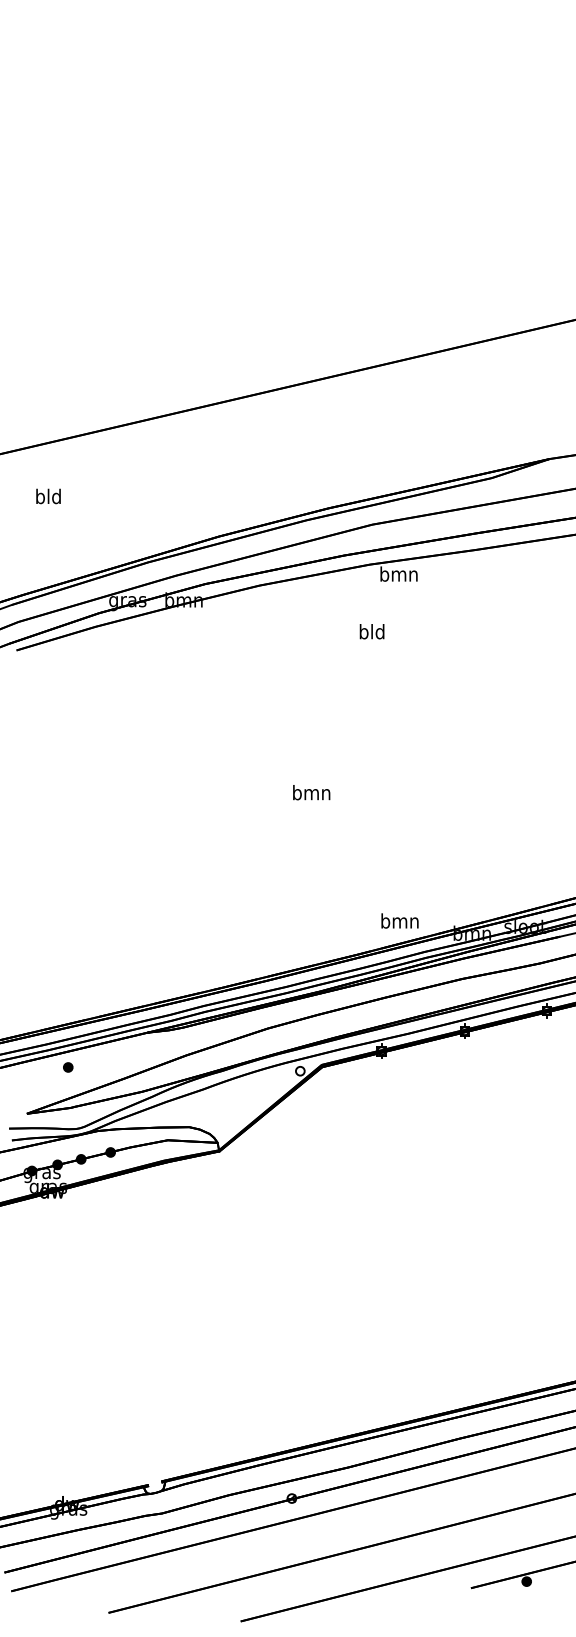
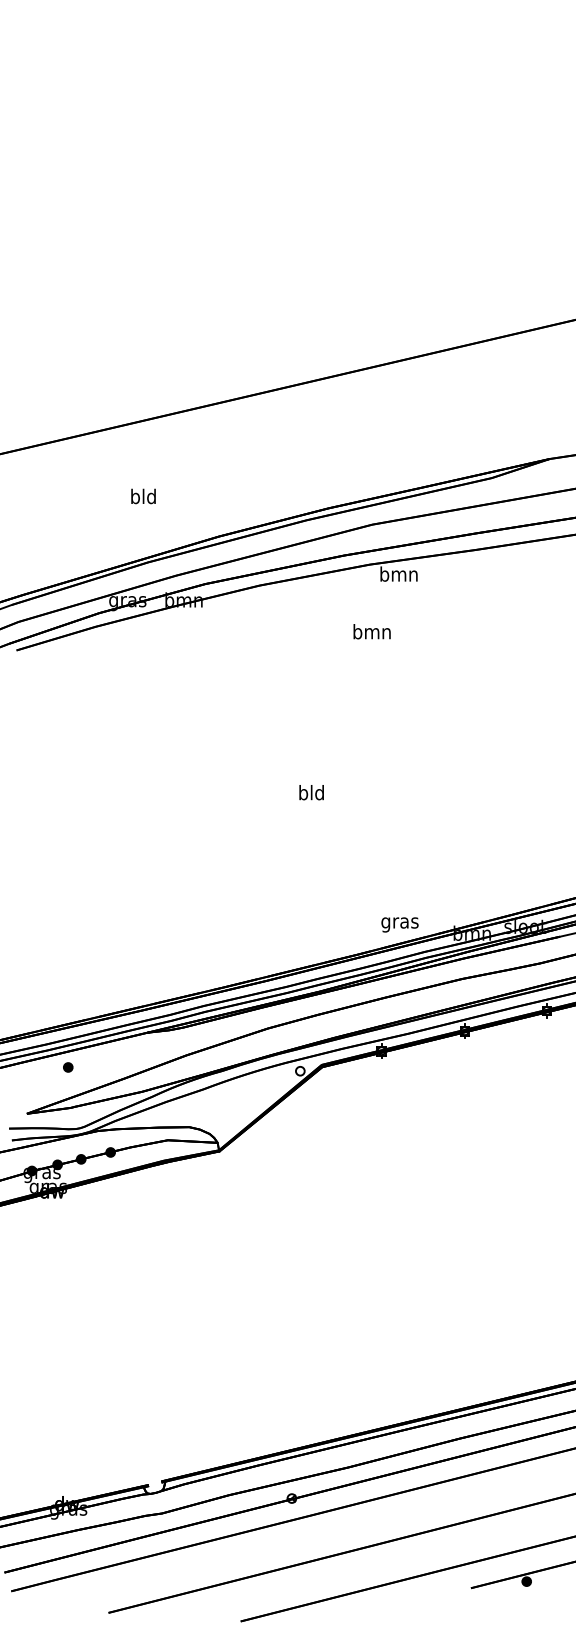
text at (48, 496) position: (48, 496) -> (143, 496)
text at (371, 631): bld -> bmn
text at (311, 792): bmn -> bld
text at (399, 922): bmn -> gras
